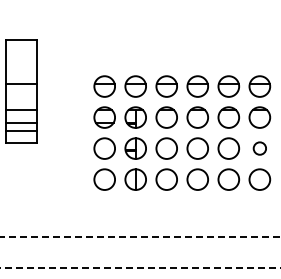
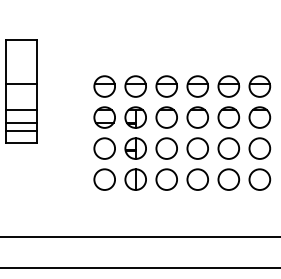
circle at (259, 148) size: 15x15 px -> 24x23 px
line at (140, 236): dashed -> solid
line at (140, 267): dashed -> solid
